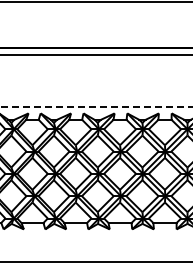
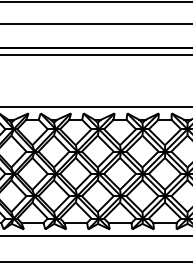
line at (95, 24): none -> present
line at (96, 106): dashed -> solid
line at (95, 235): none -> present
